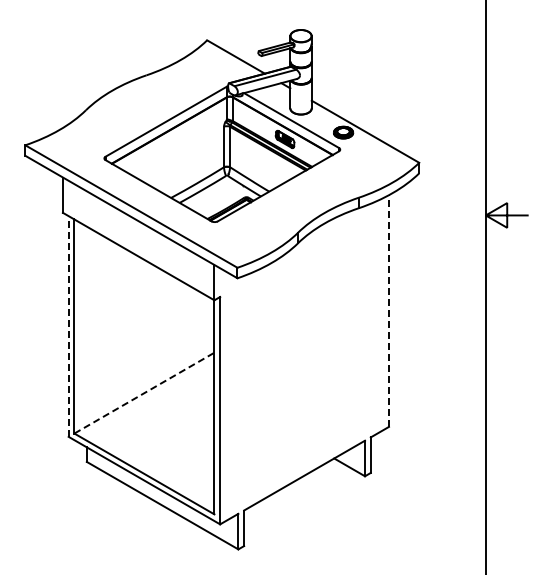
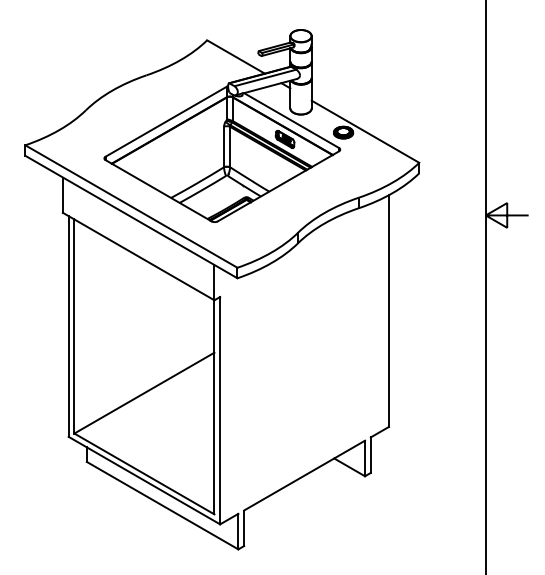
line at (388, 311): dashed -> solid
line at (68, 326): dashed -> solid
line at (144, 393): dashed -> solid
